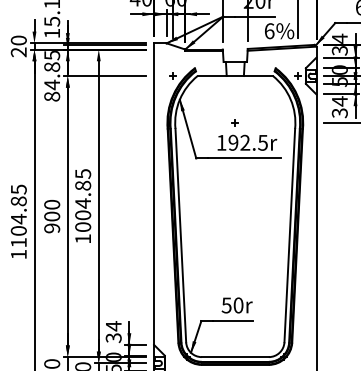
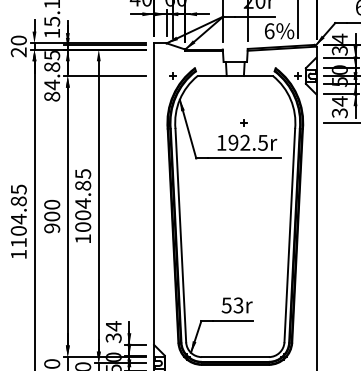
part at (234, 122) position: (234, 122) -> (243, 122)
text at (238, 305): 50r -> 53r
